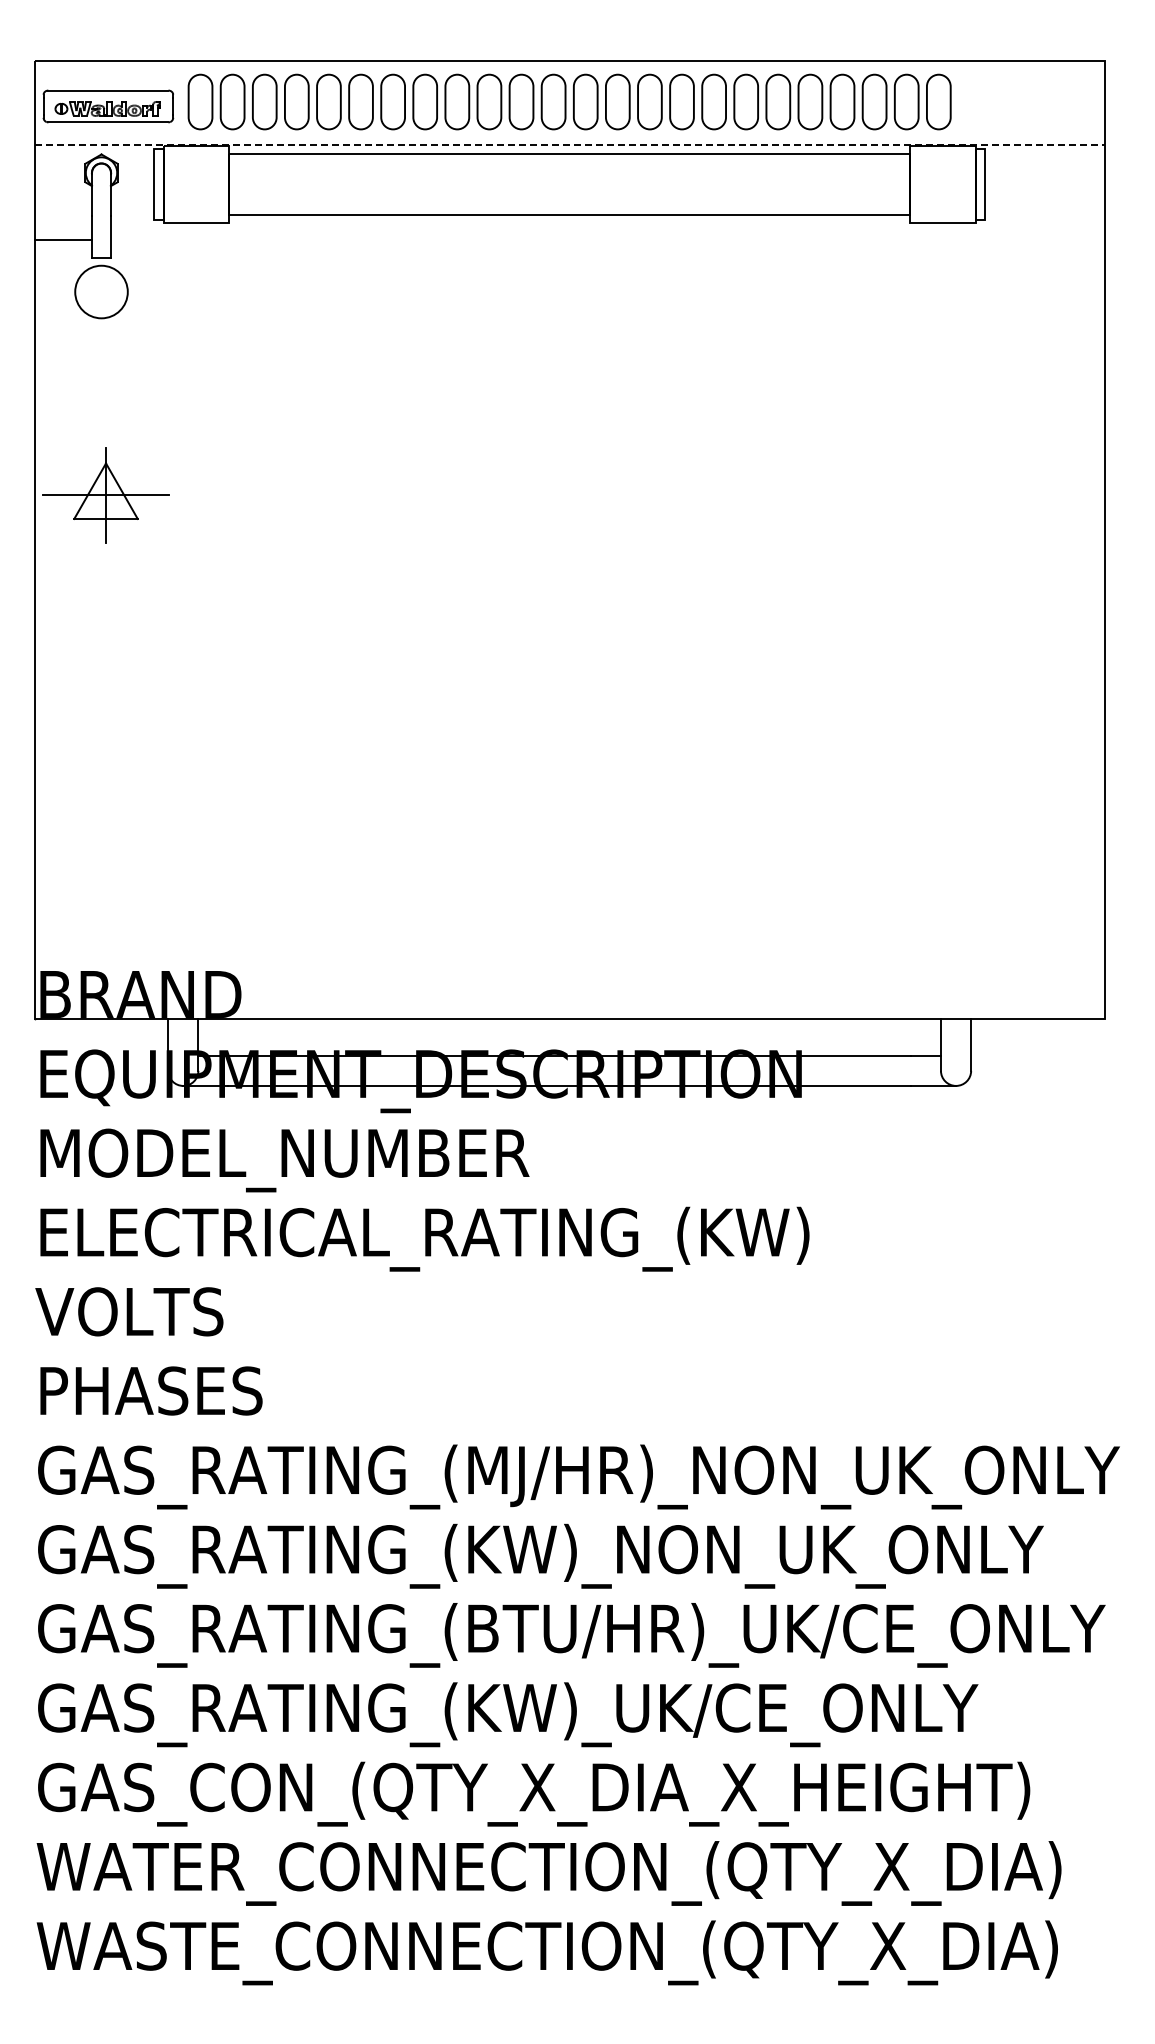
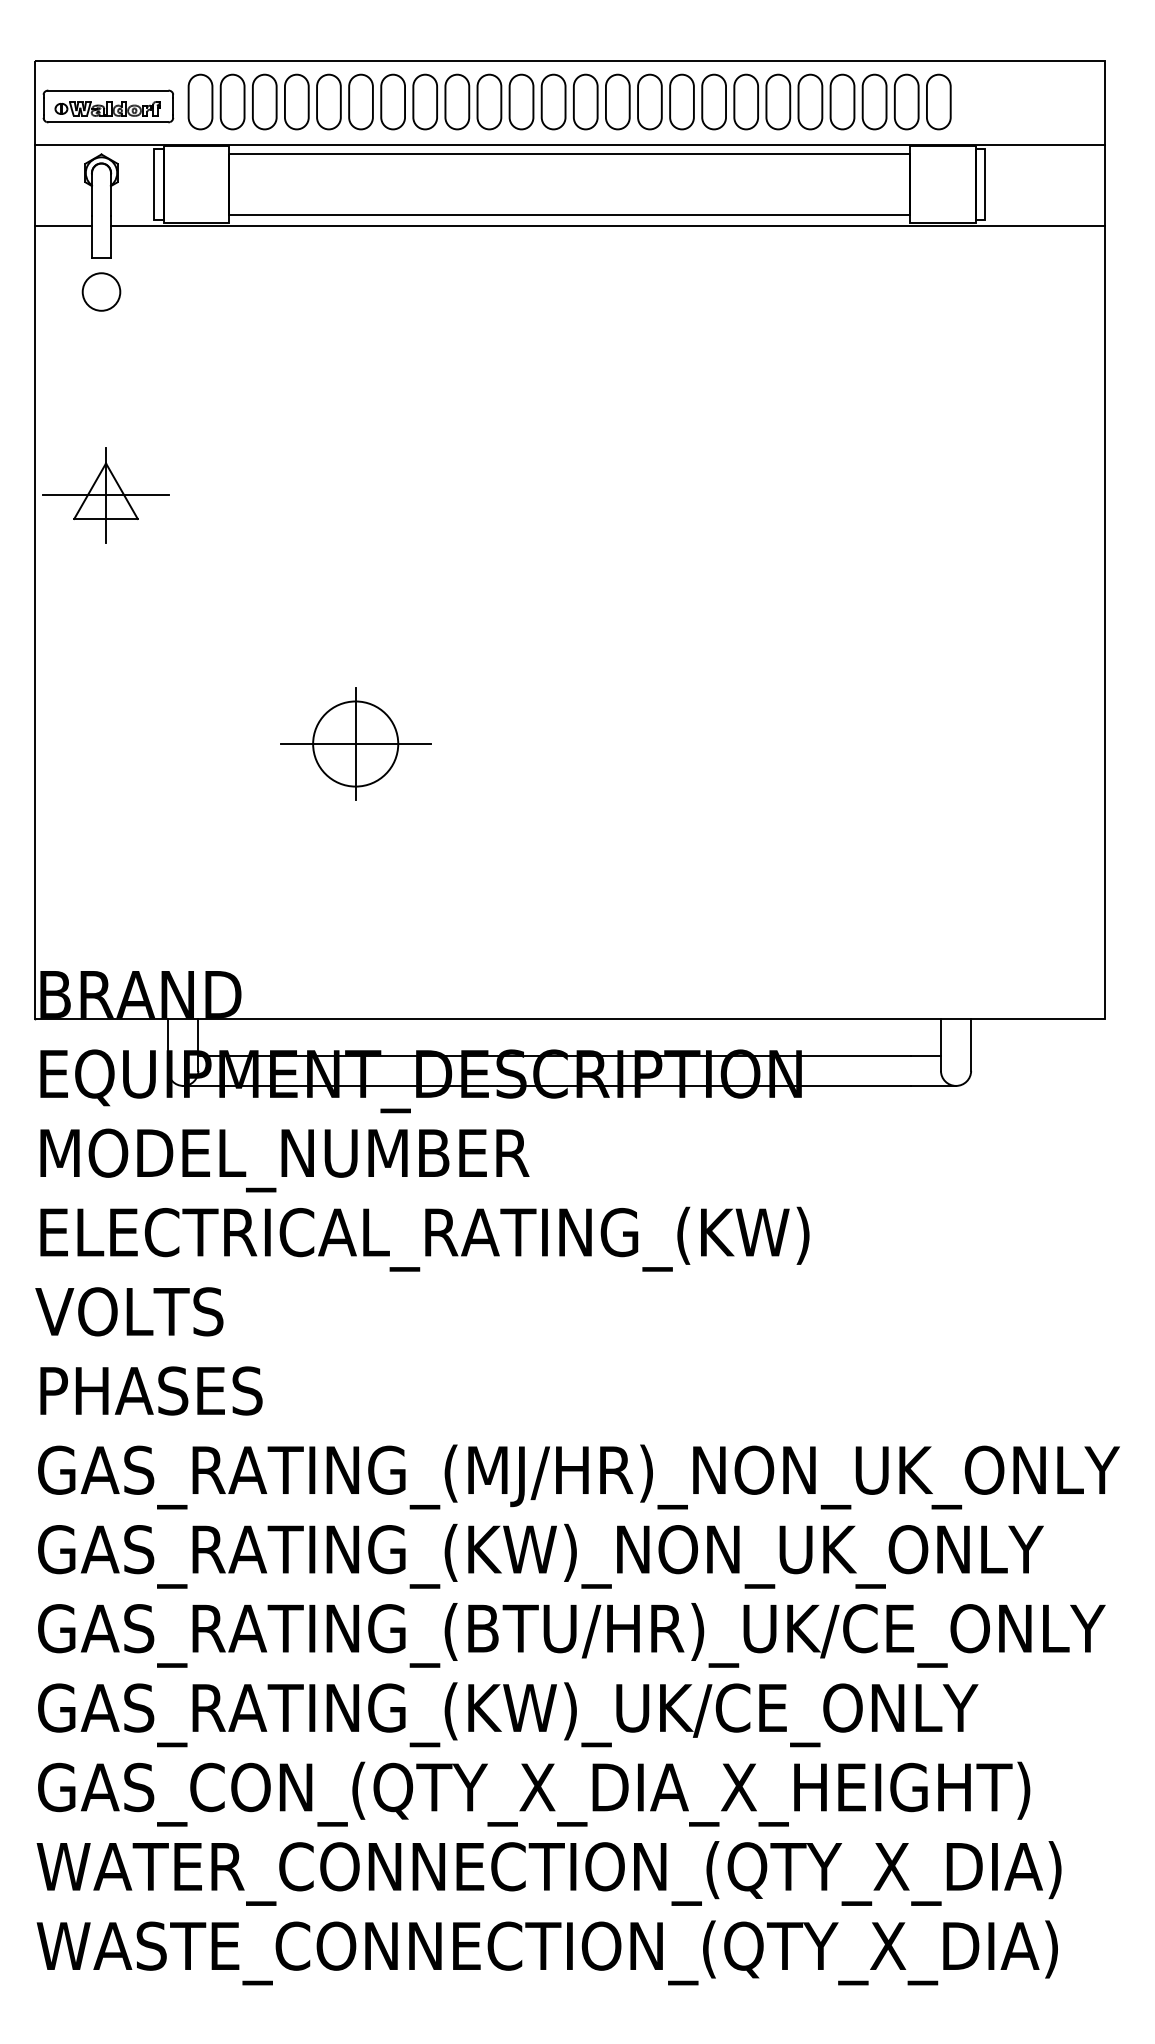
line at (569, 144): dashed -> solid
line at (607, 225): none -> present
line at (63, 239) position: (63, 239) -> (63, 225)
circle at (101, 291) size: 55x56 px -> 41x40 px
part at (355, 743): none -> present
